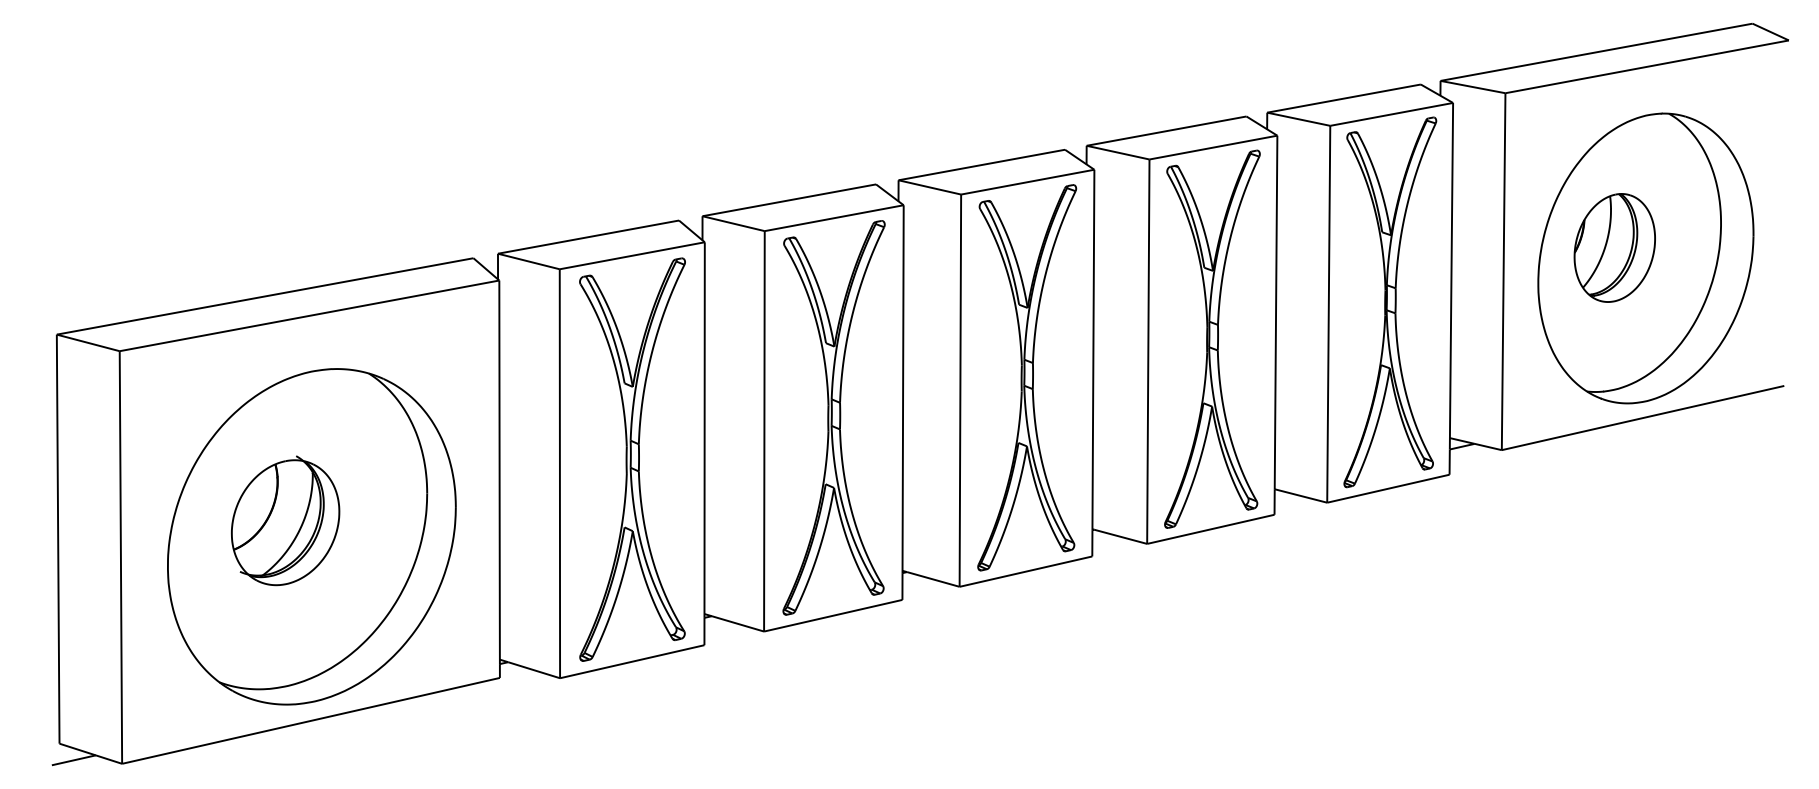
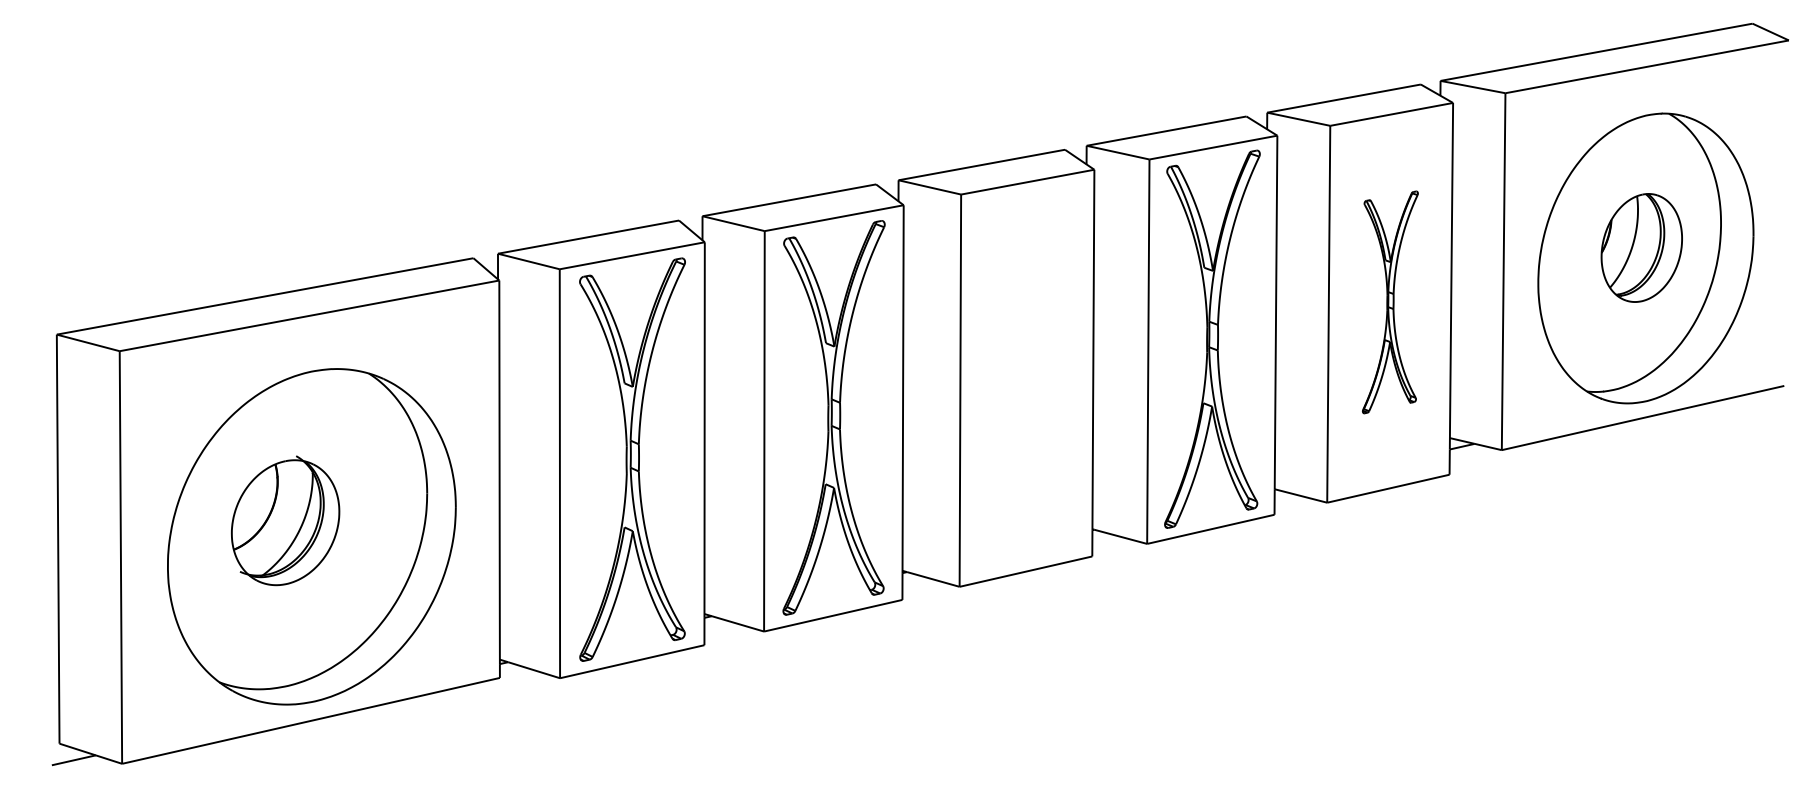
part at (1614, 247) position: (1614, 247) -> (1641, 247)
part at (1390, 302) size: 95x373 px -> 57x225 px
part at (1027, 377): present -> none
